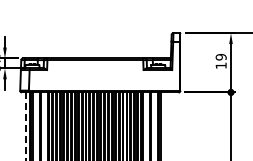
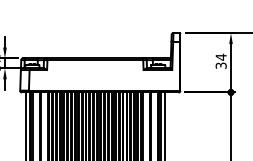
text at (220, 60): 19 -> 34
line at (165, 124): none -> present
line at (25, 126): dashed -> solid
